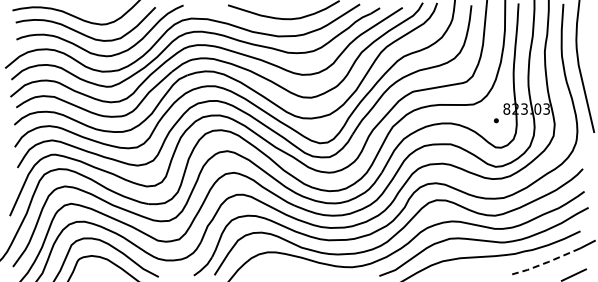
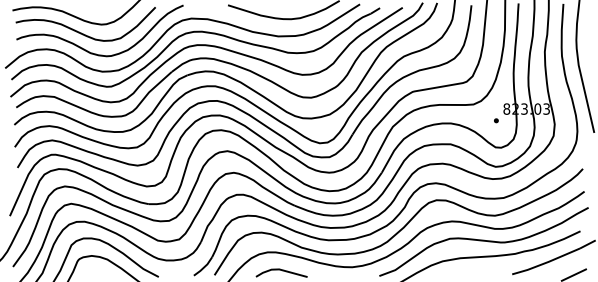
line at (546, 262): dashed -> solid
line at (282, 271): none -> present
